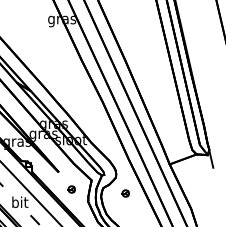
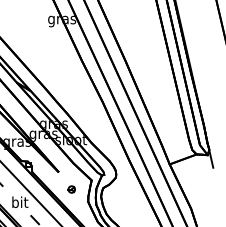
part at (125, 193): present -> none
